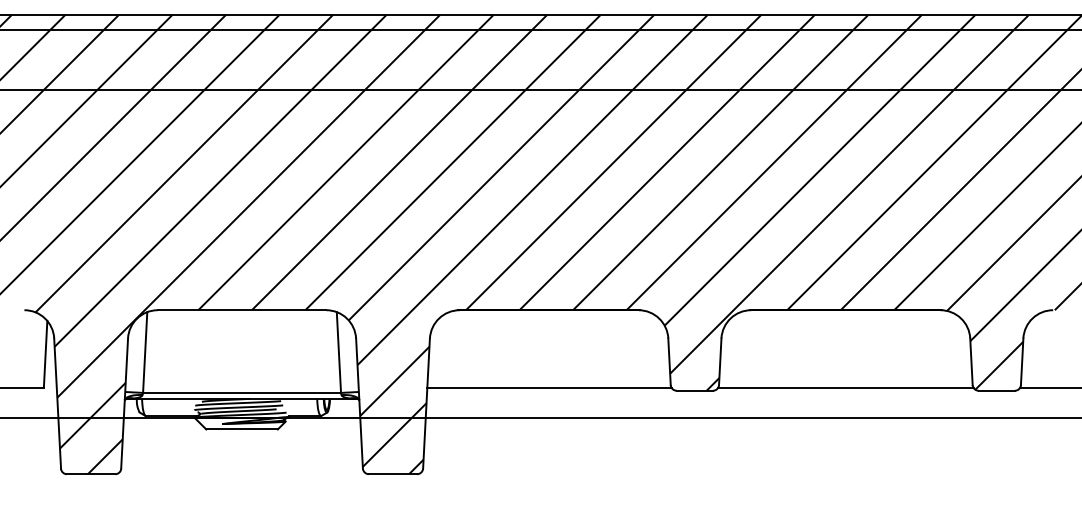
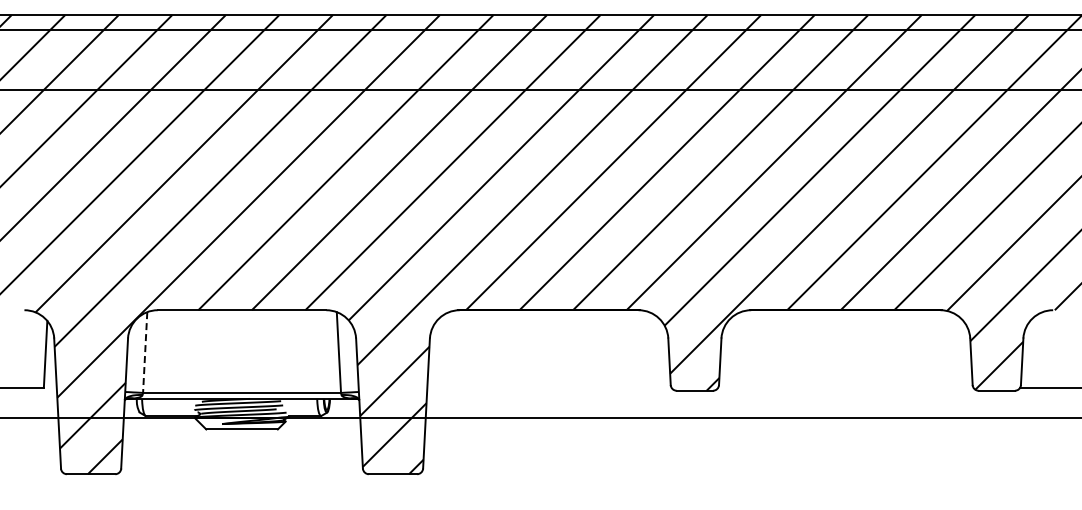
line at (145, 353): solid -> dashed
line at (549, 387): present -> none
line at (845, 387): present -> none
